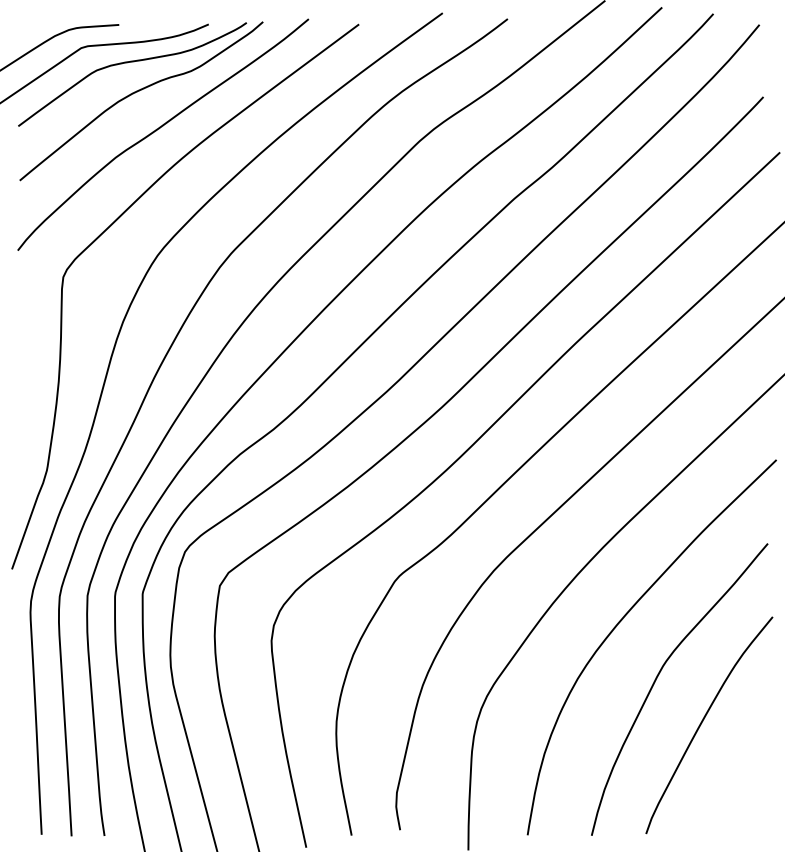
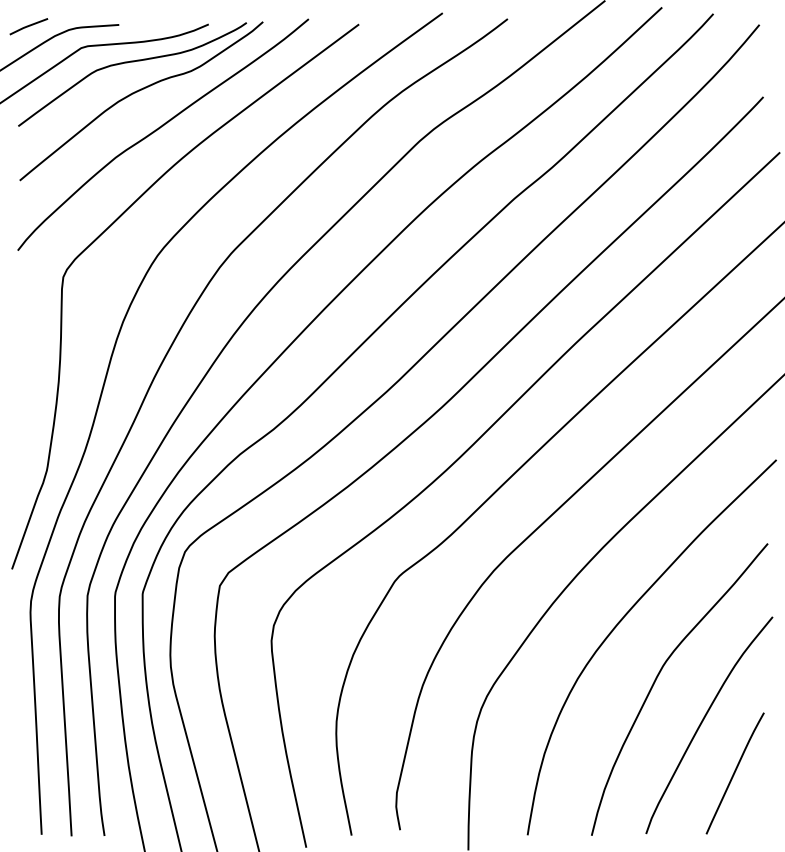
line at (28, 26): none -> present
curve at (734, 773): none -> present
